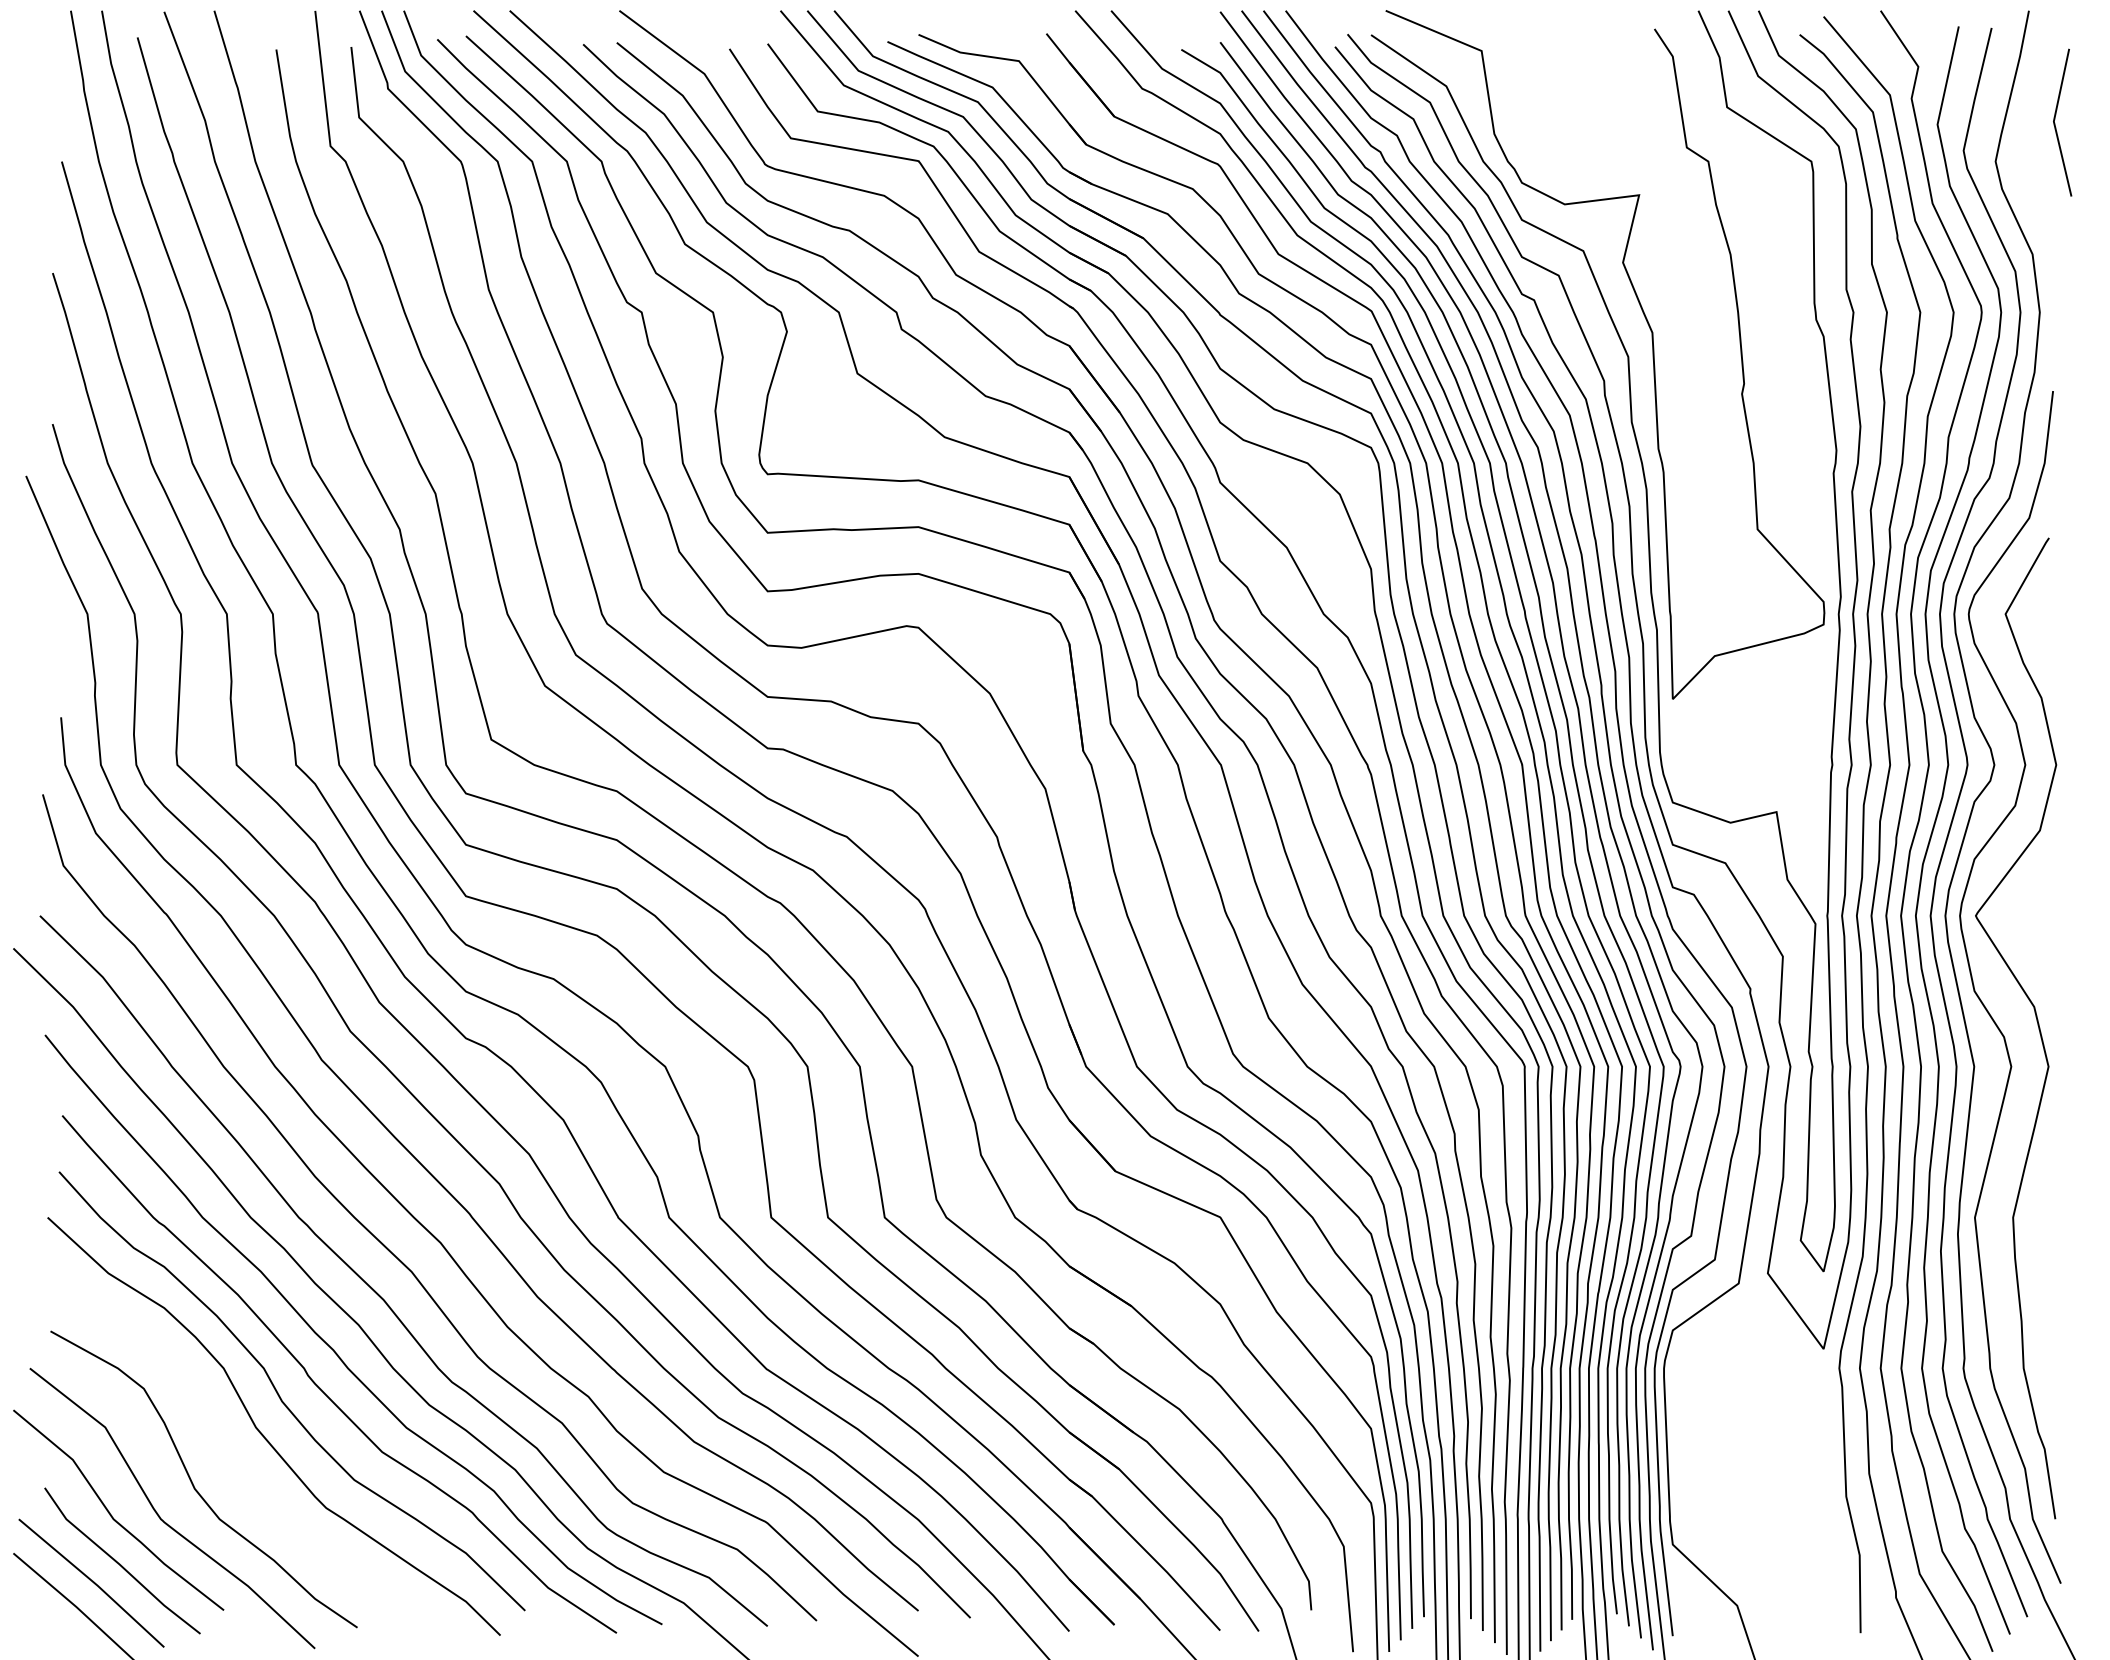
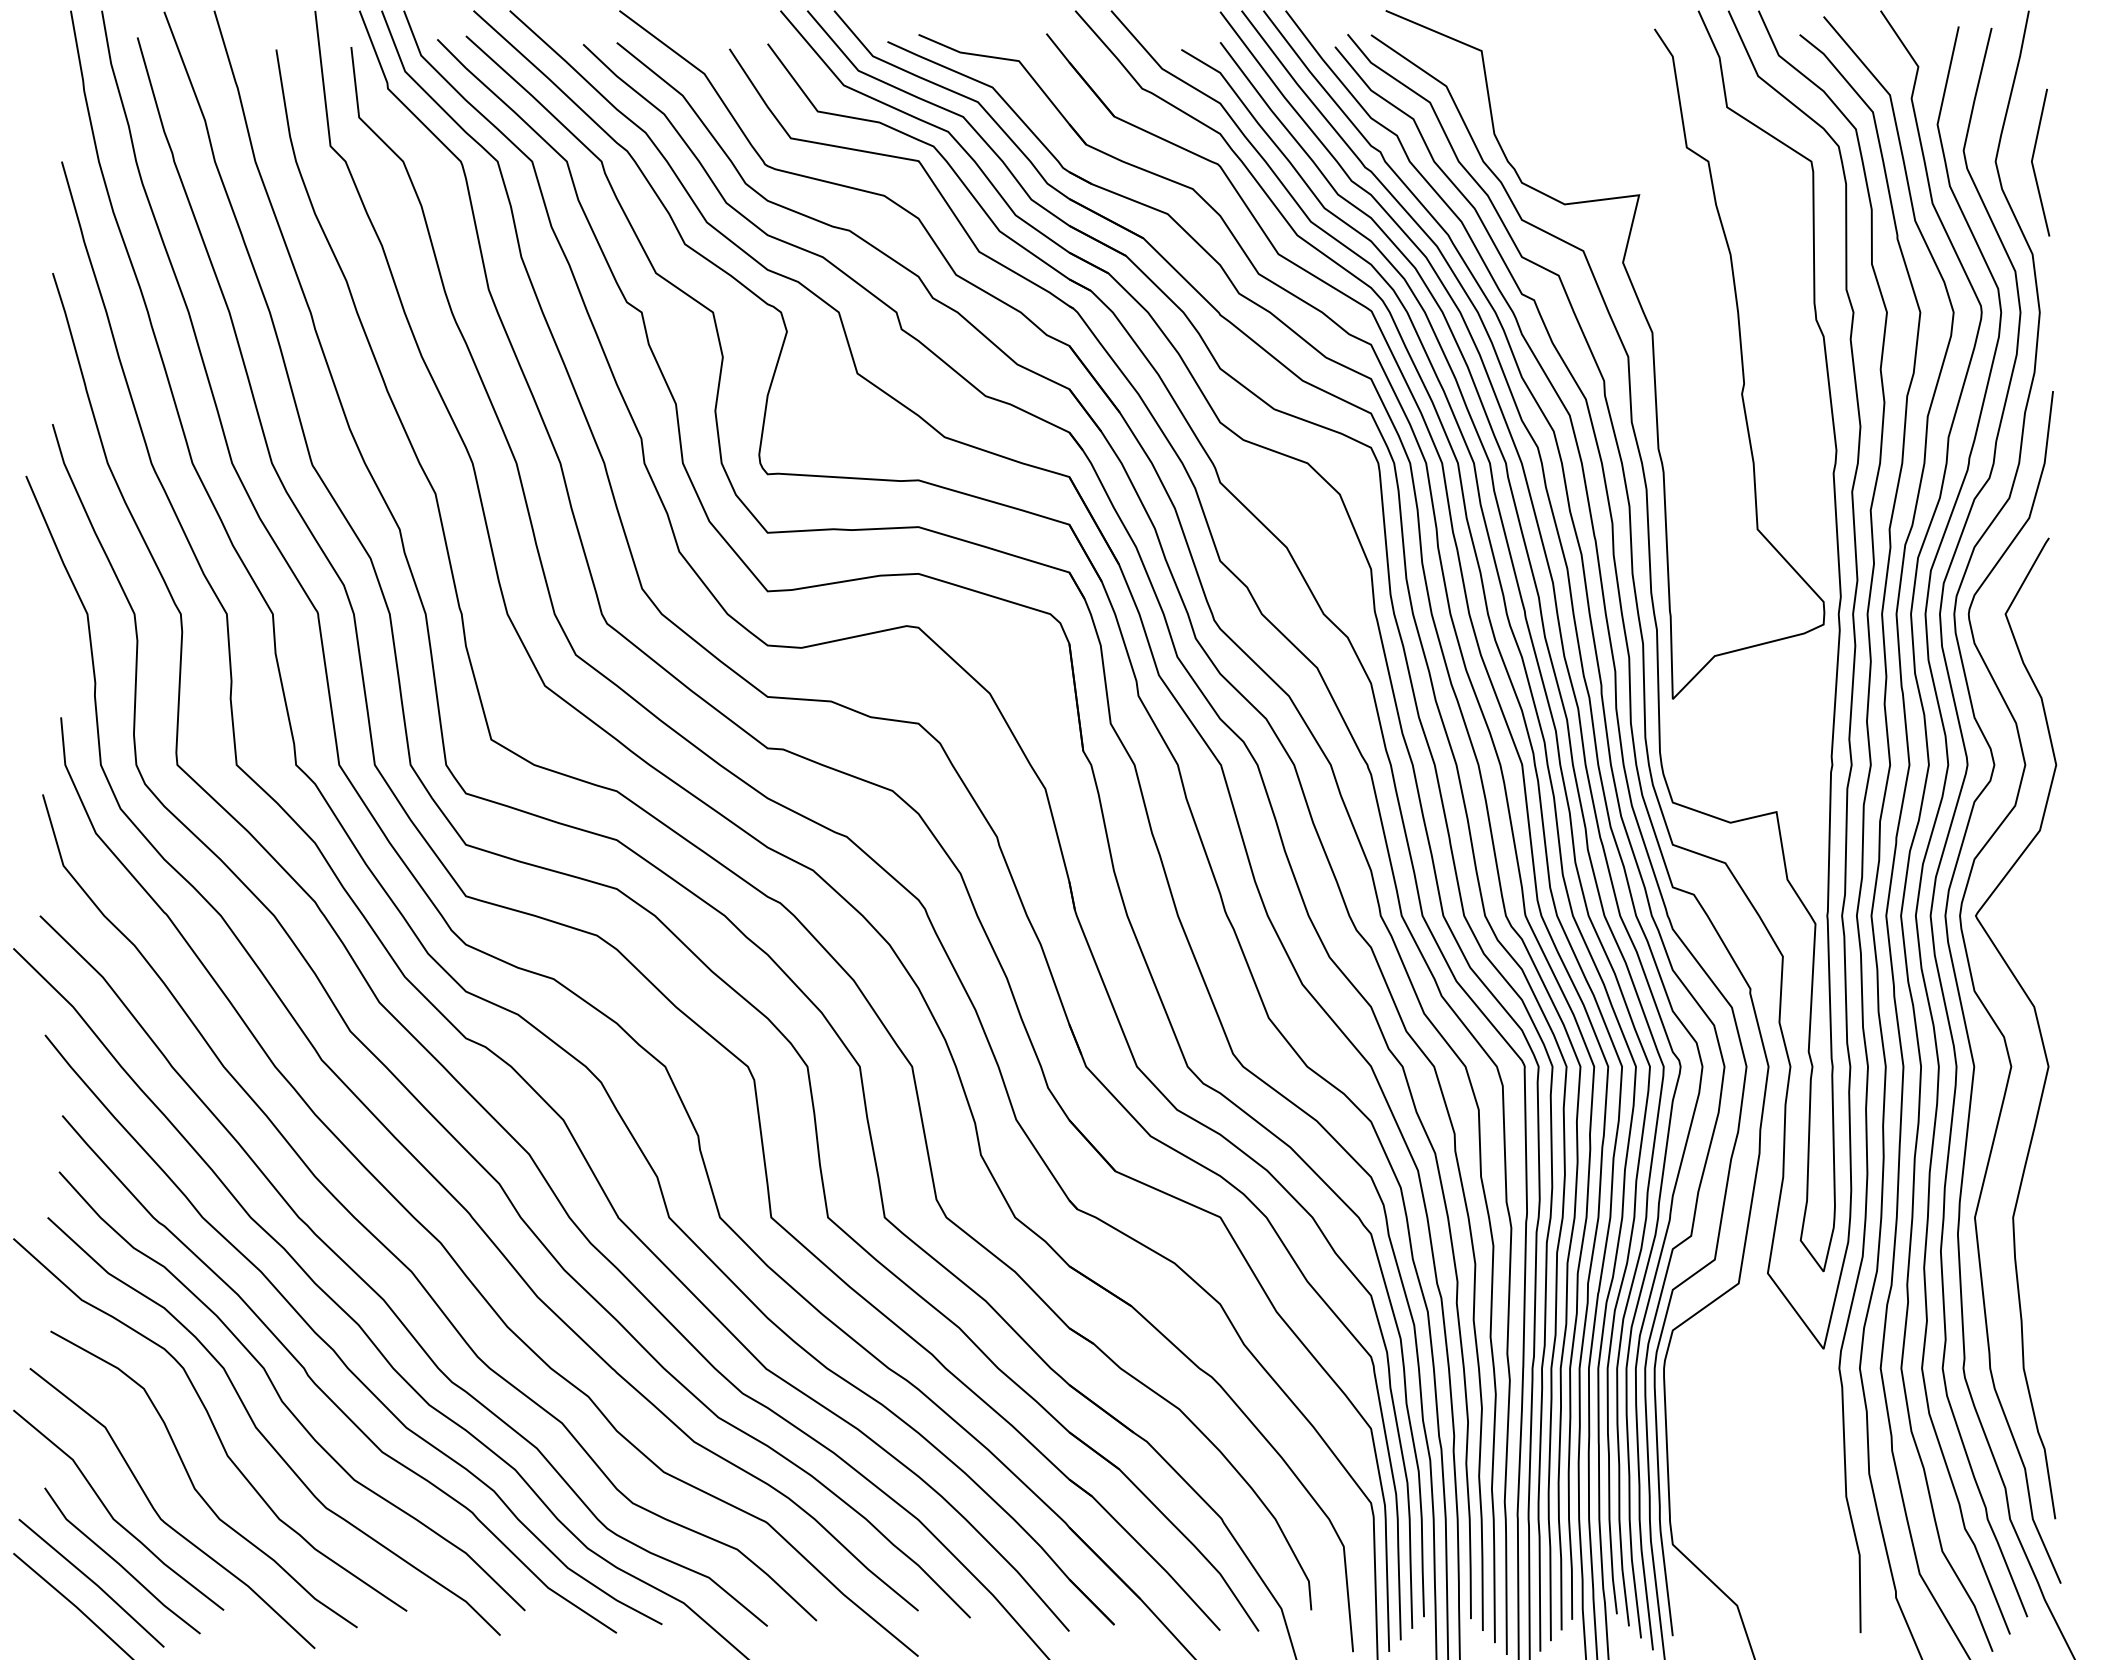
line at (2055, 123) position: (2055, 123) -> (2033, 163)
curve at (211, 1423): none -> present
